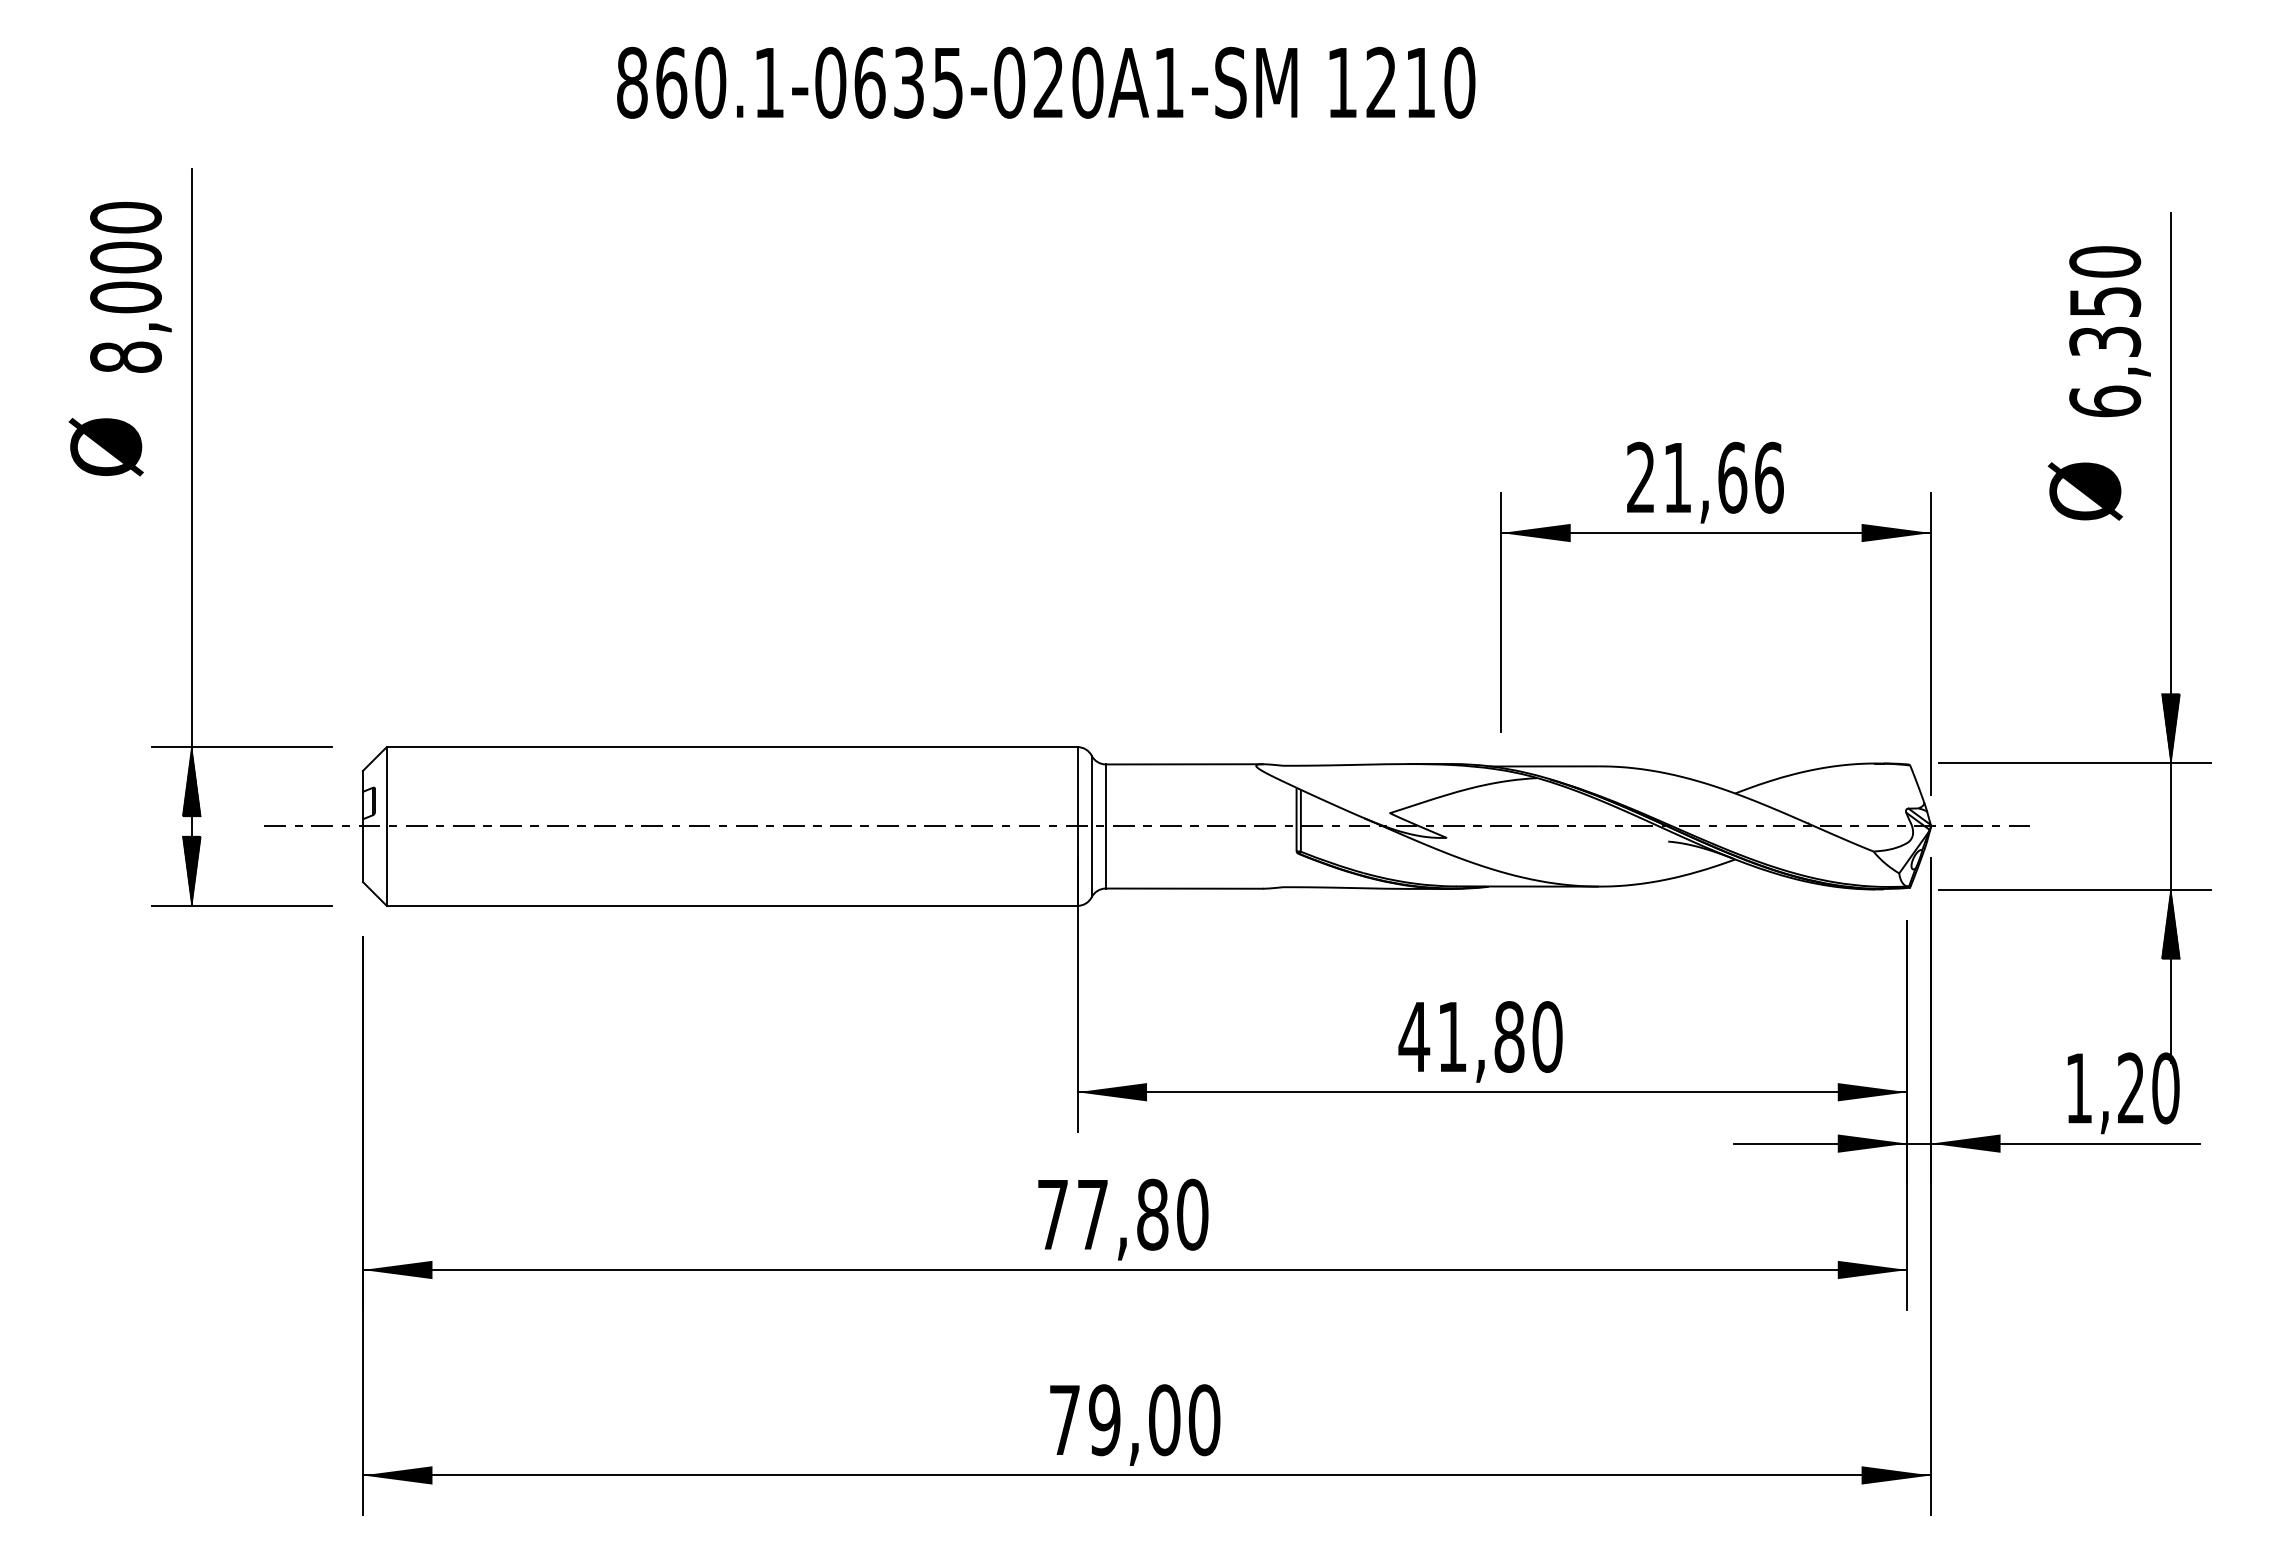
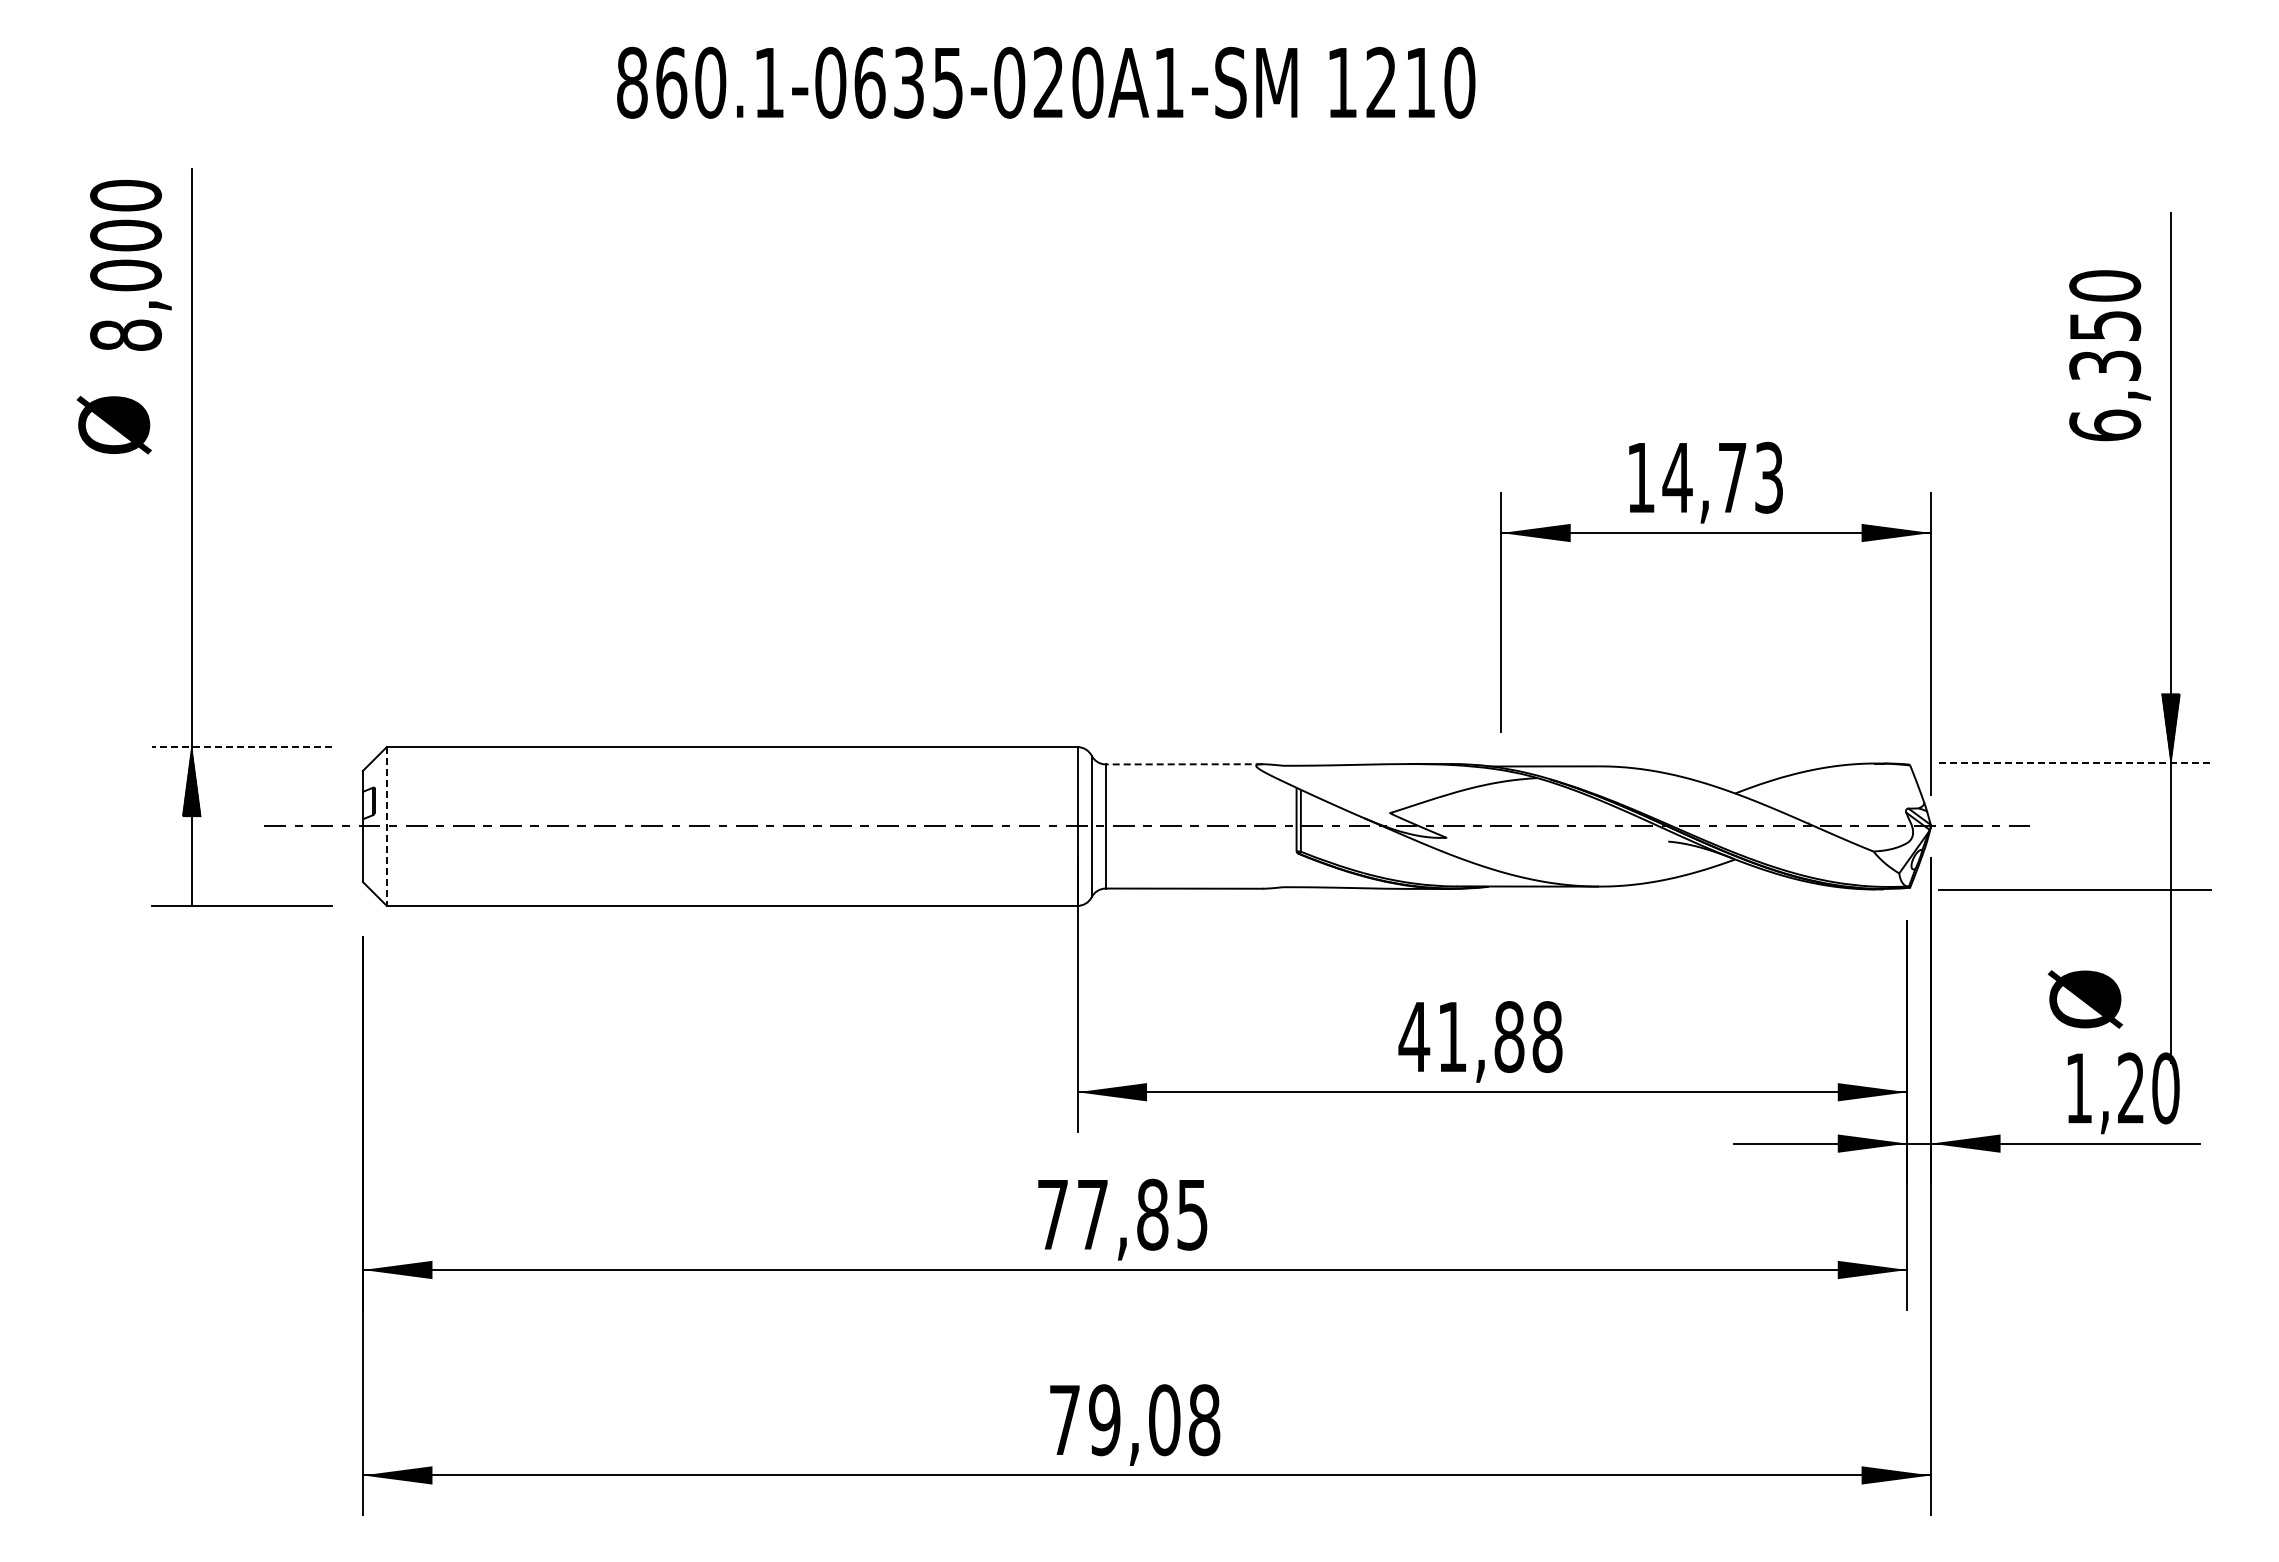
text at (130, 287) position: (130, 287) -> (130, 265)
text at (2109, 331) position: (2109, 331) -> (2109, 355)
text at (105, 447) position: (105, 447) -> (113, 425)
text at (1705, 477): 21,66 -> 14,73
text at (2084, 491) position: (2084, 491) -> (2084, 999)
line at (241, 747): solid -> dashed
line at (2074, 763): solid -> dashed
line at (1183, 764): solid -> dashed
line at (386, 826): solid -> dashed
hatch at (191, 870): present -> none
hatch at (2170, 923): present -> none
text at (1547, 1036): 41,80 -> 41,88
text at (1192, 1214): 77,80 -> 77,85
text at (1204, 1419): 79,00 -> 79,08
